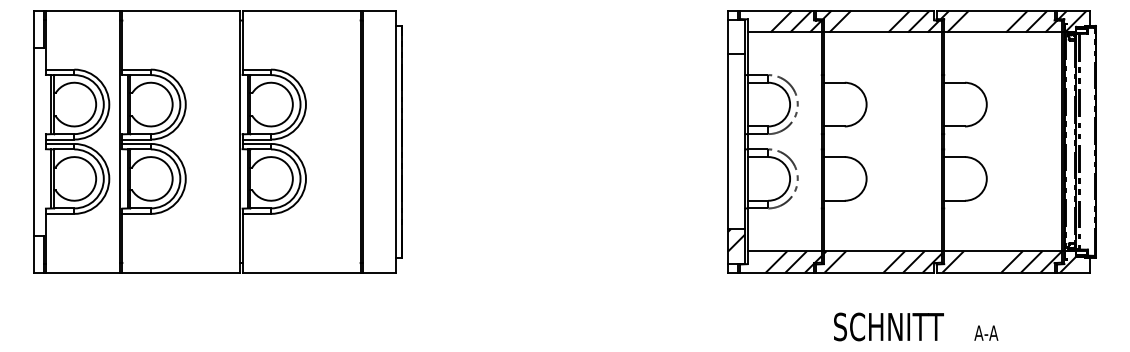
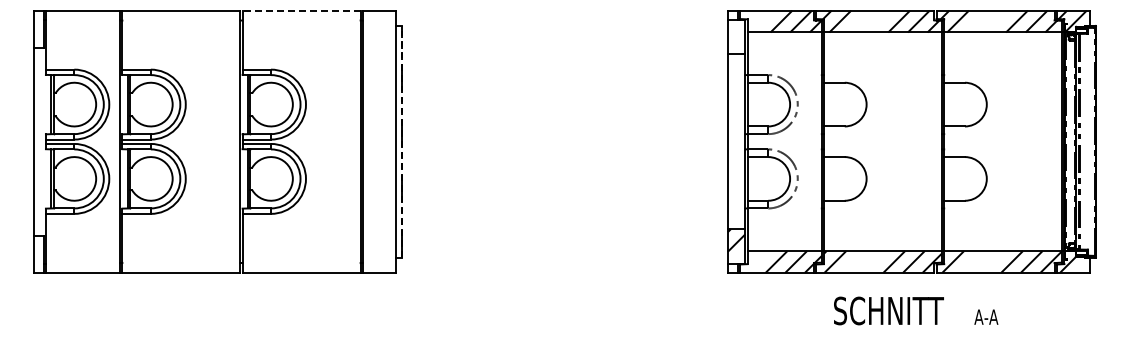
line at (301, 10): solid -> dashed
line at (402, 141): solid -> dashed
text at (916, 326) position: (916, 326) -> (916, 310)
